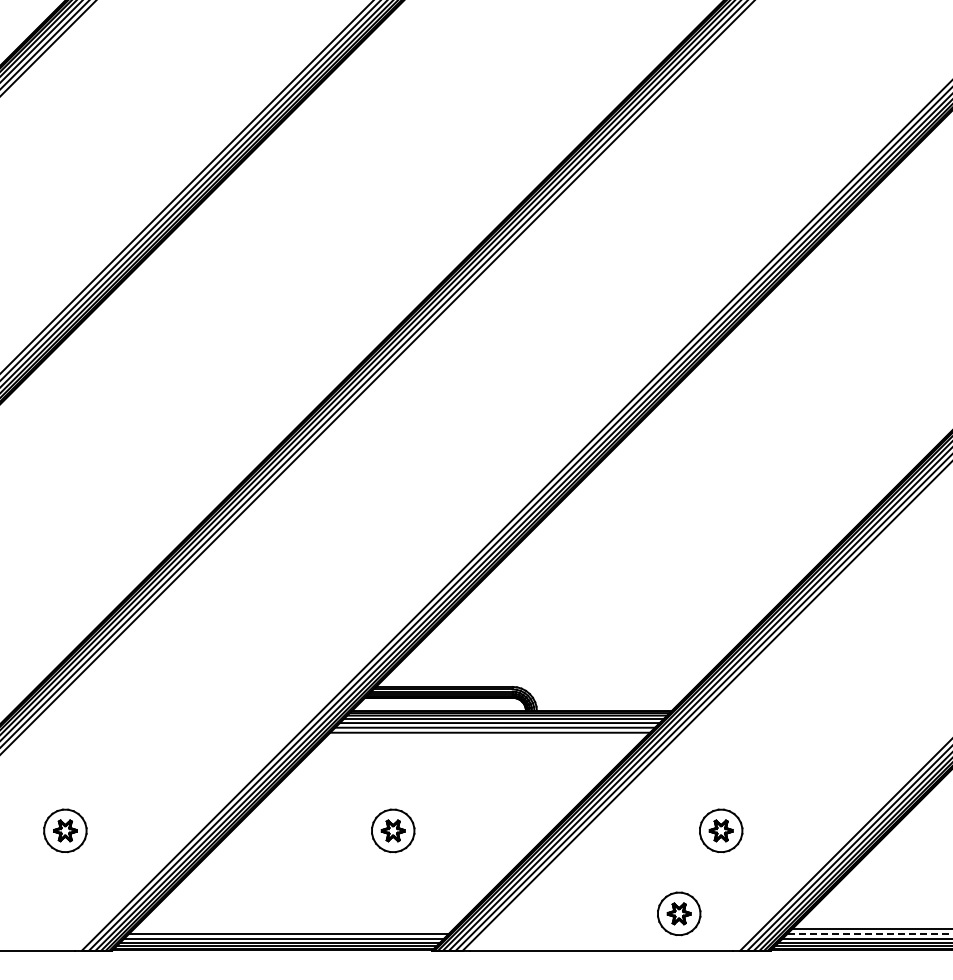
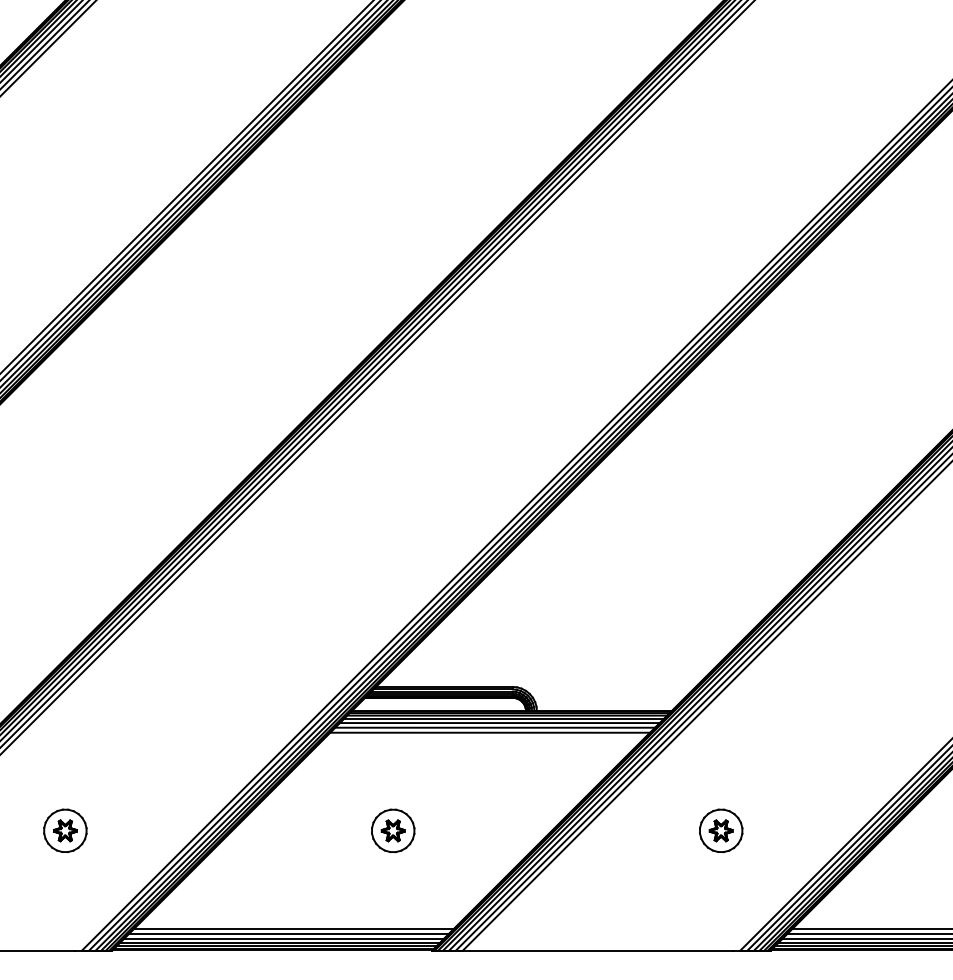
part at (679, 913): present -> none
line at (293, 928): none -> present
line at (870, 933): dashed -> solid
